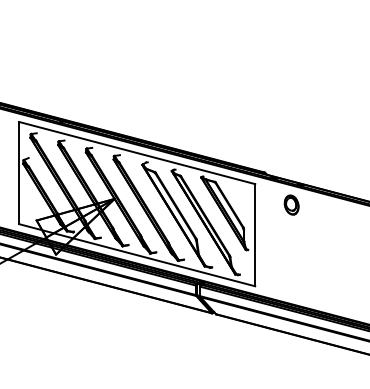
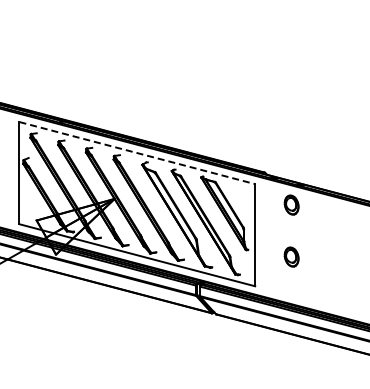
line at (137, 153): solid -> dashed
part at (291, 256): none -> present
